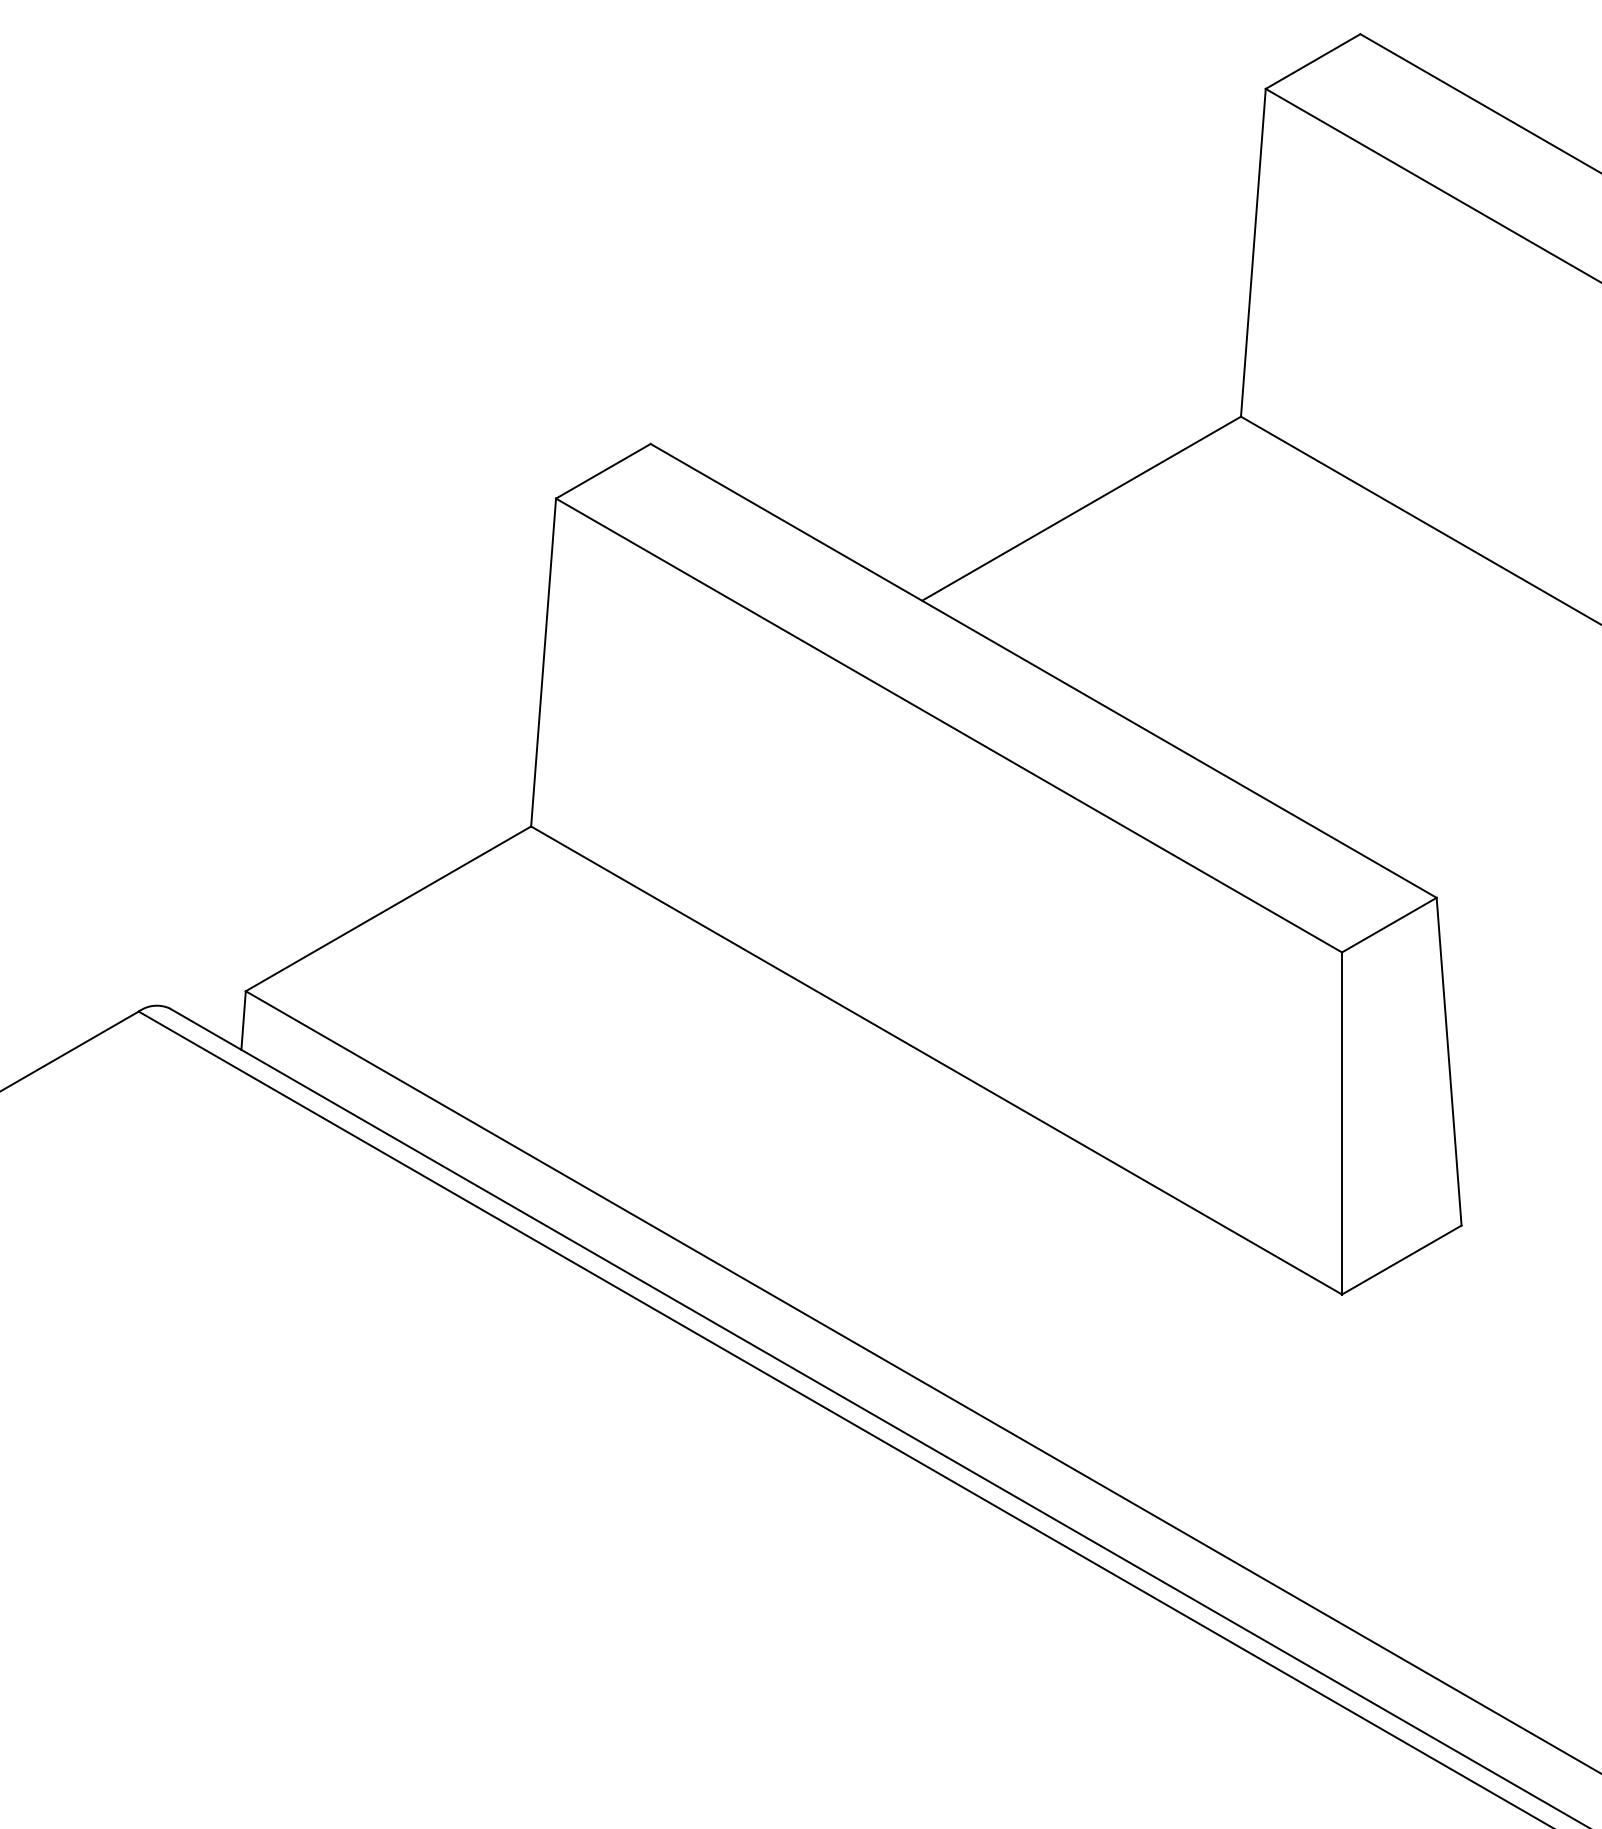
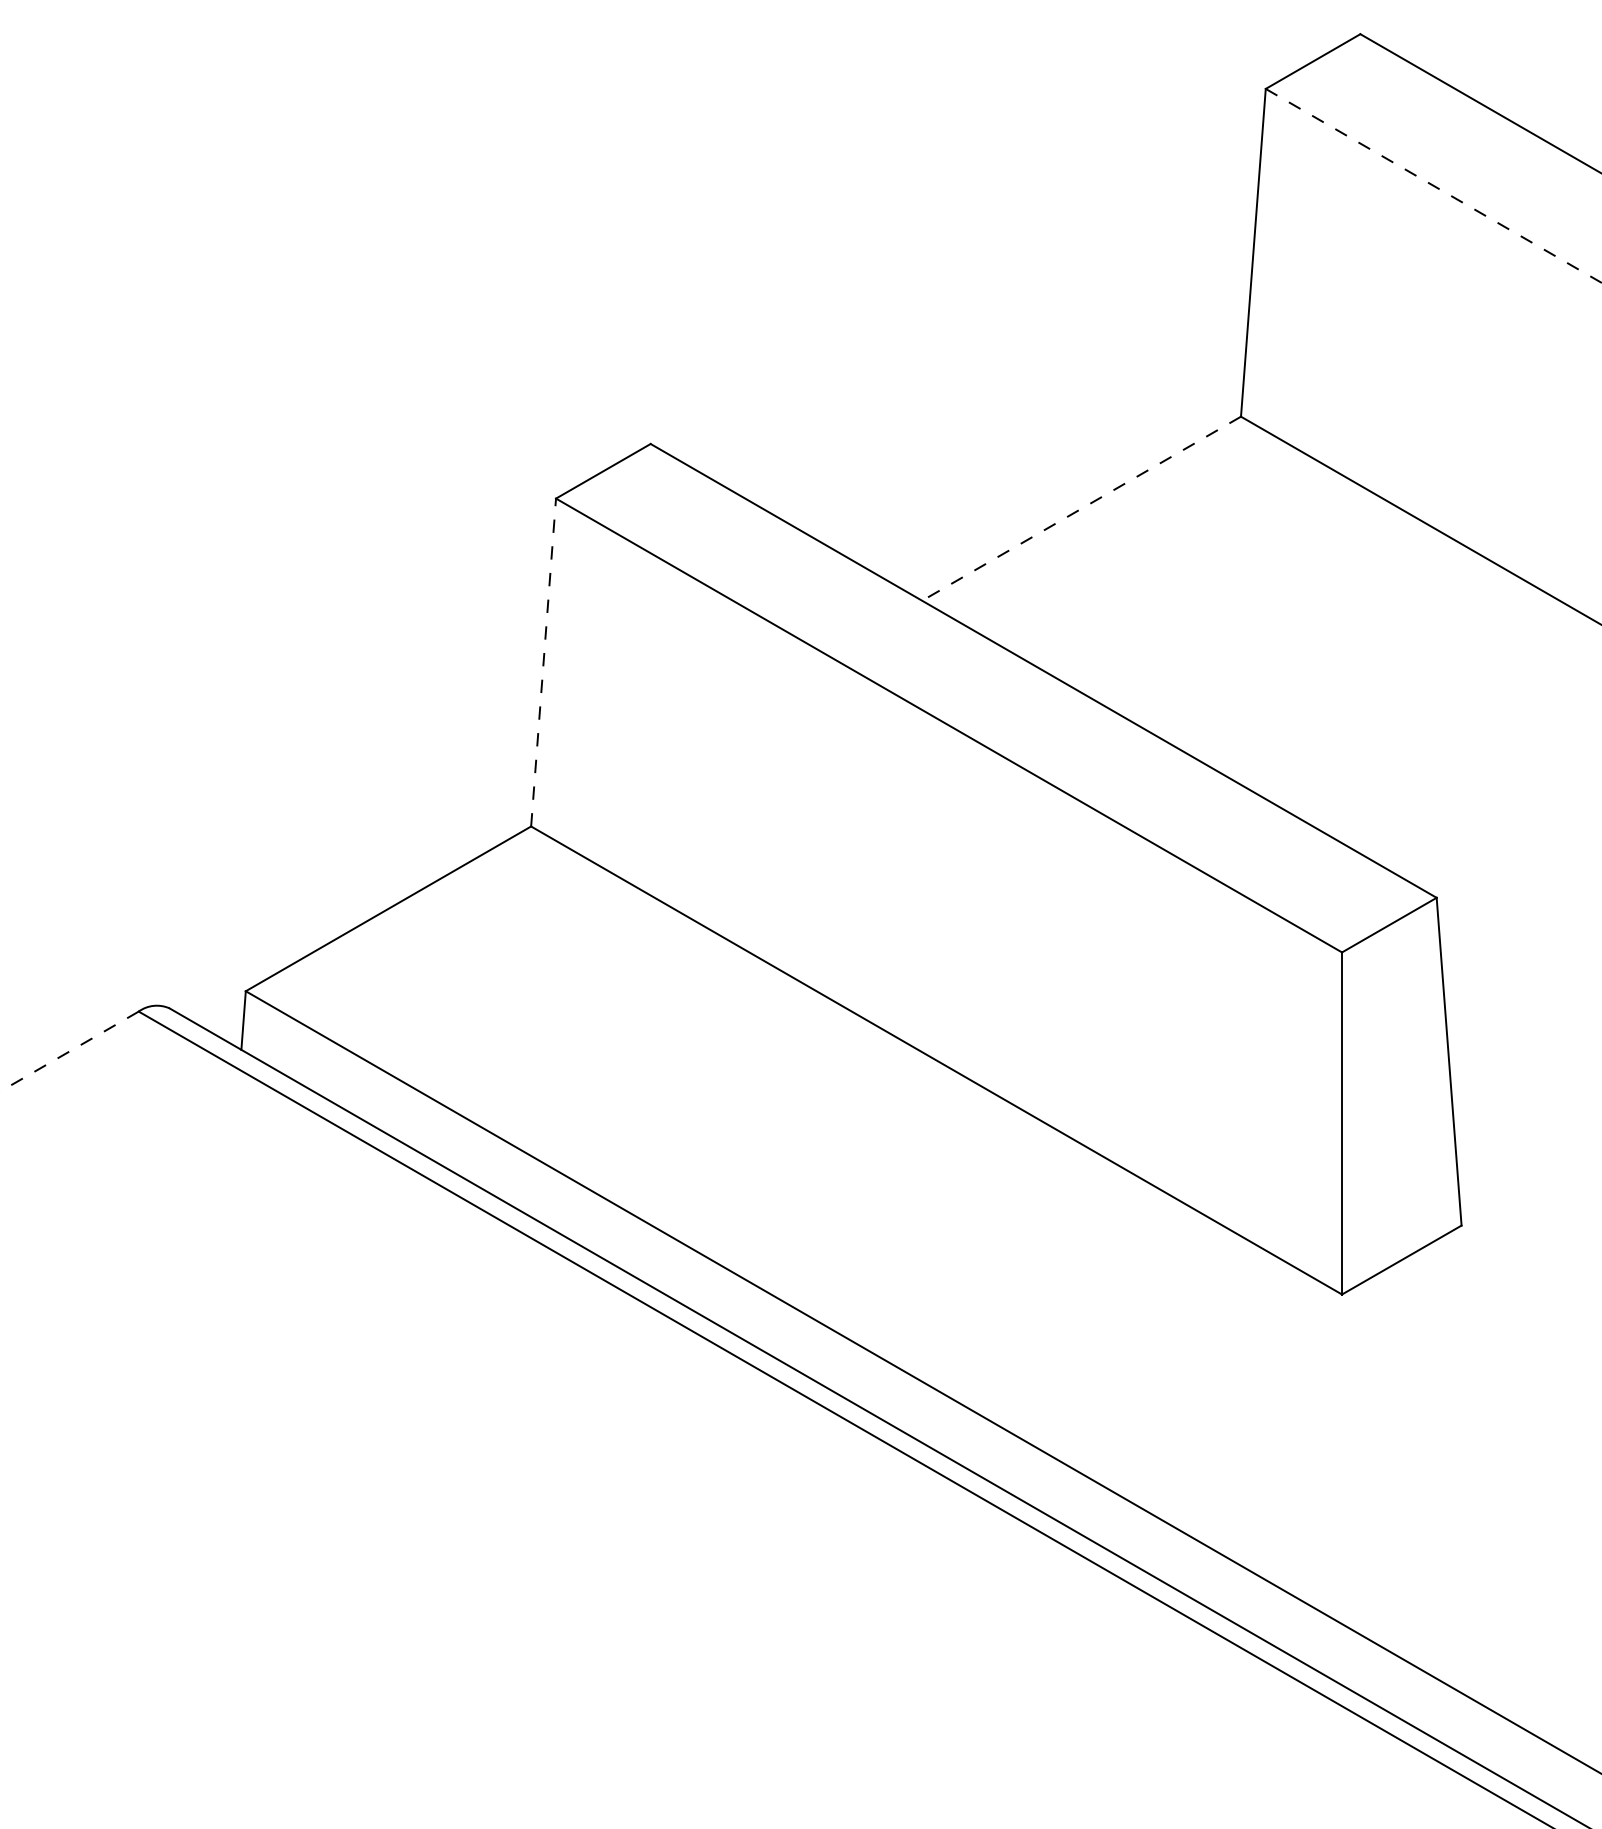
line at (1433, 185): solid -> dashed
line at (1081, 508): solid -> dashed
line at (543, 662): solid -> dashed
line at (69, 1051): solid -> dashed
